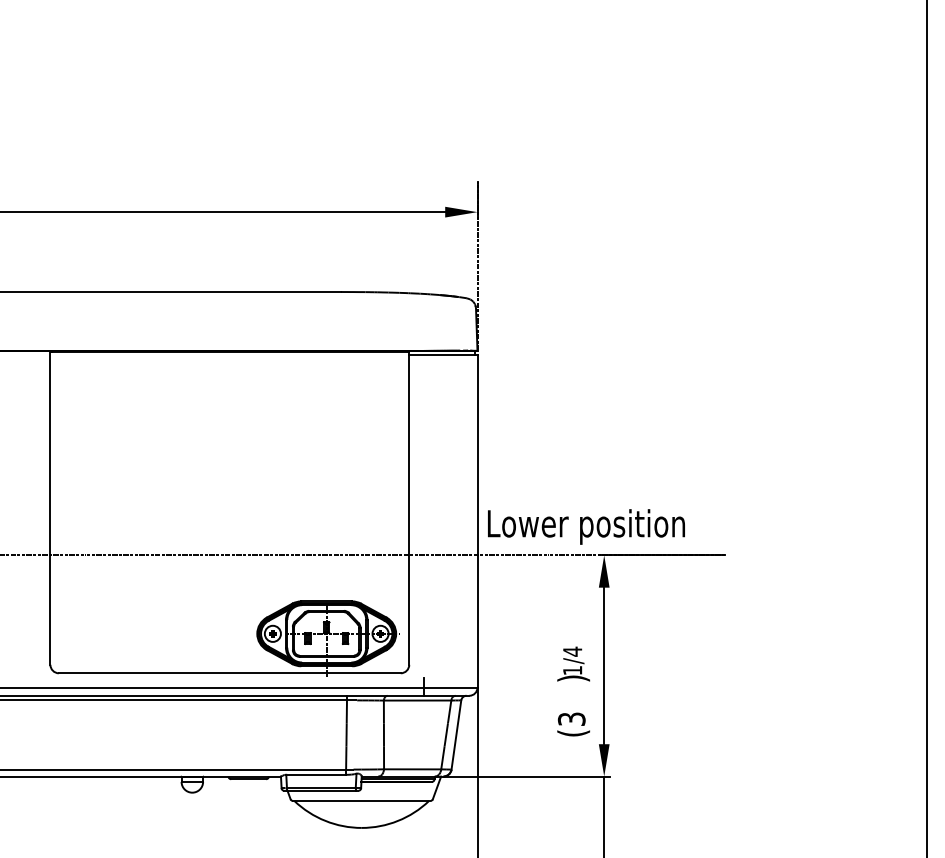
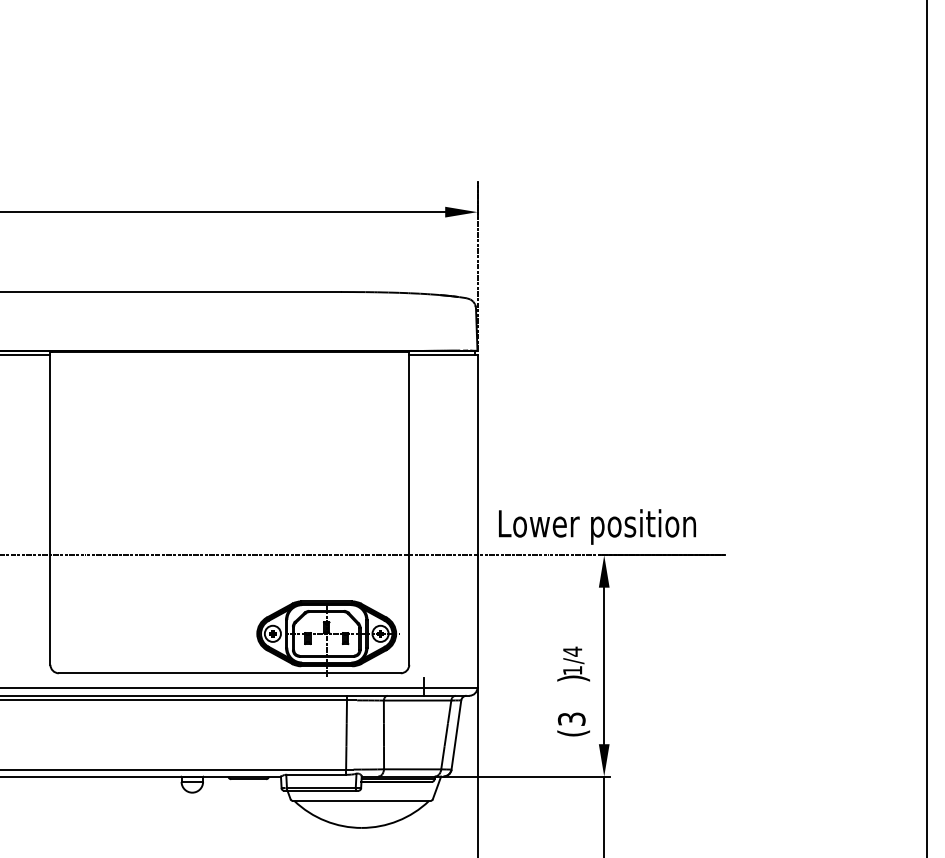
line at (26, 354): none -> present
text at (586, 526) position: (586, 526) -> (597, 526)
